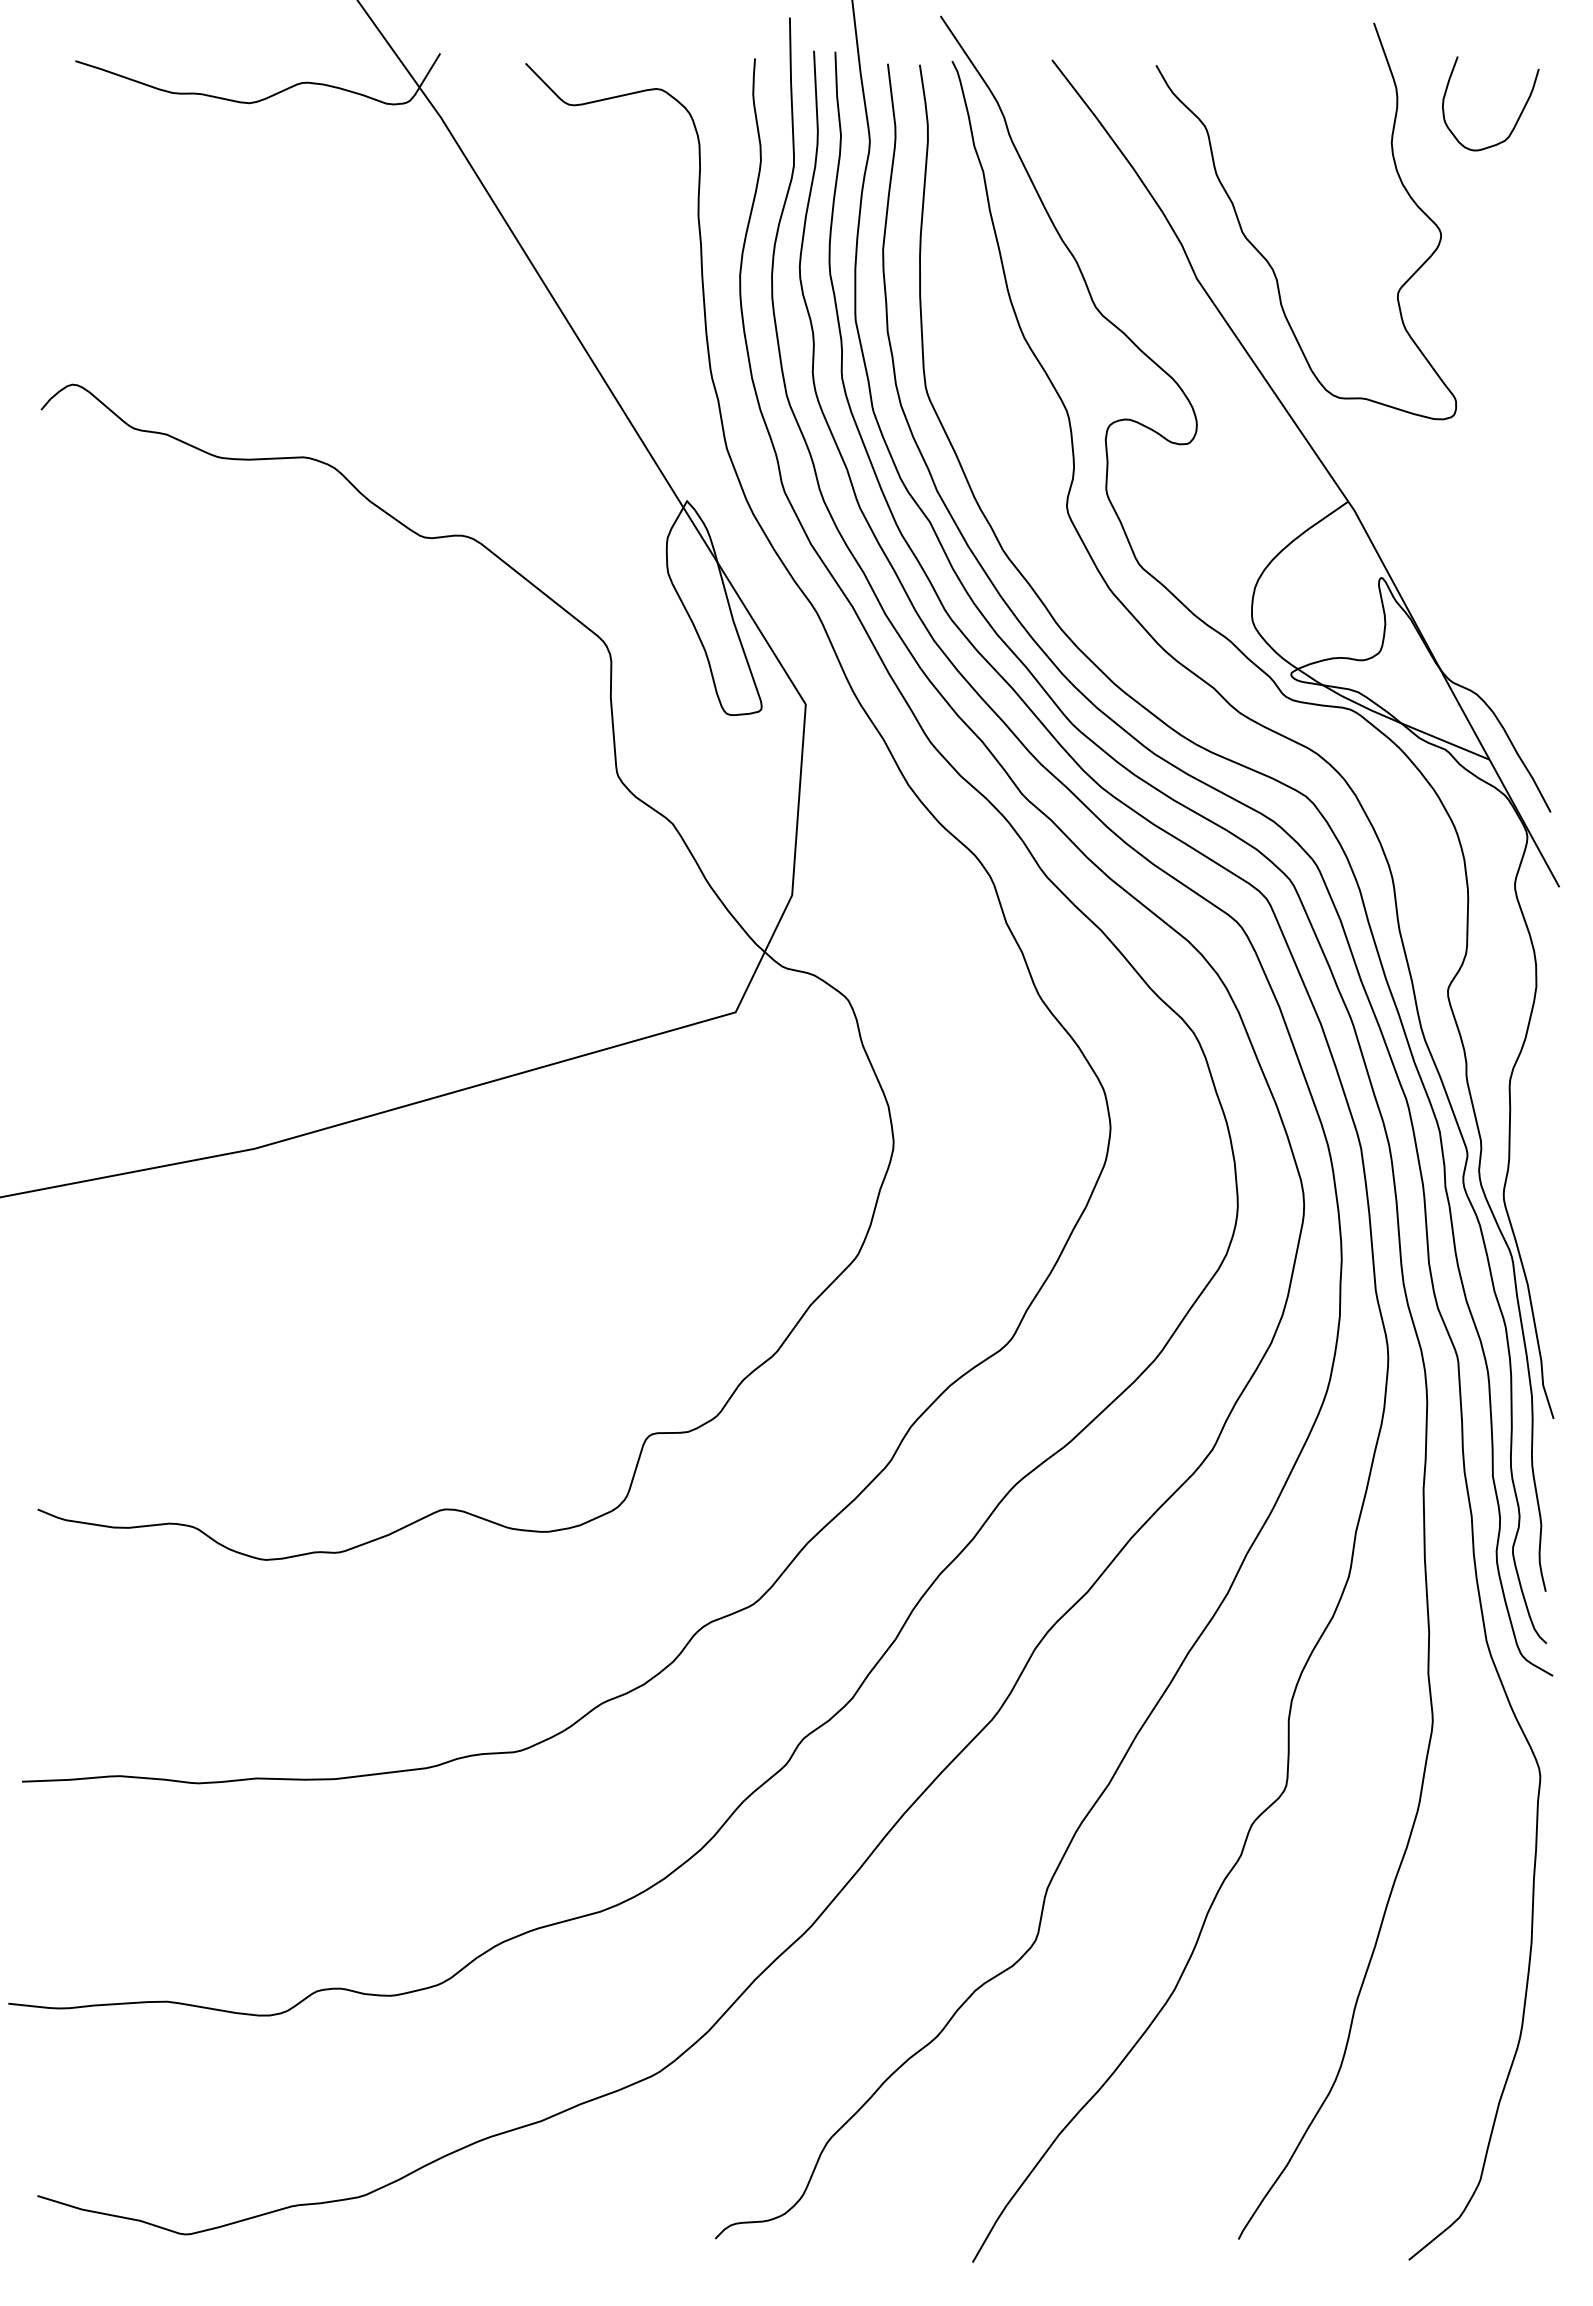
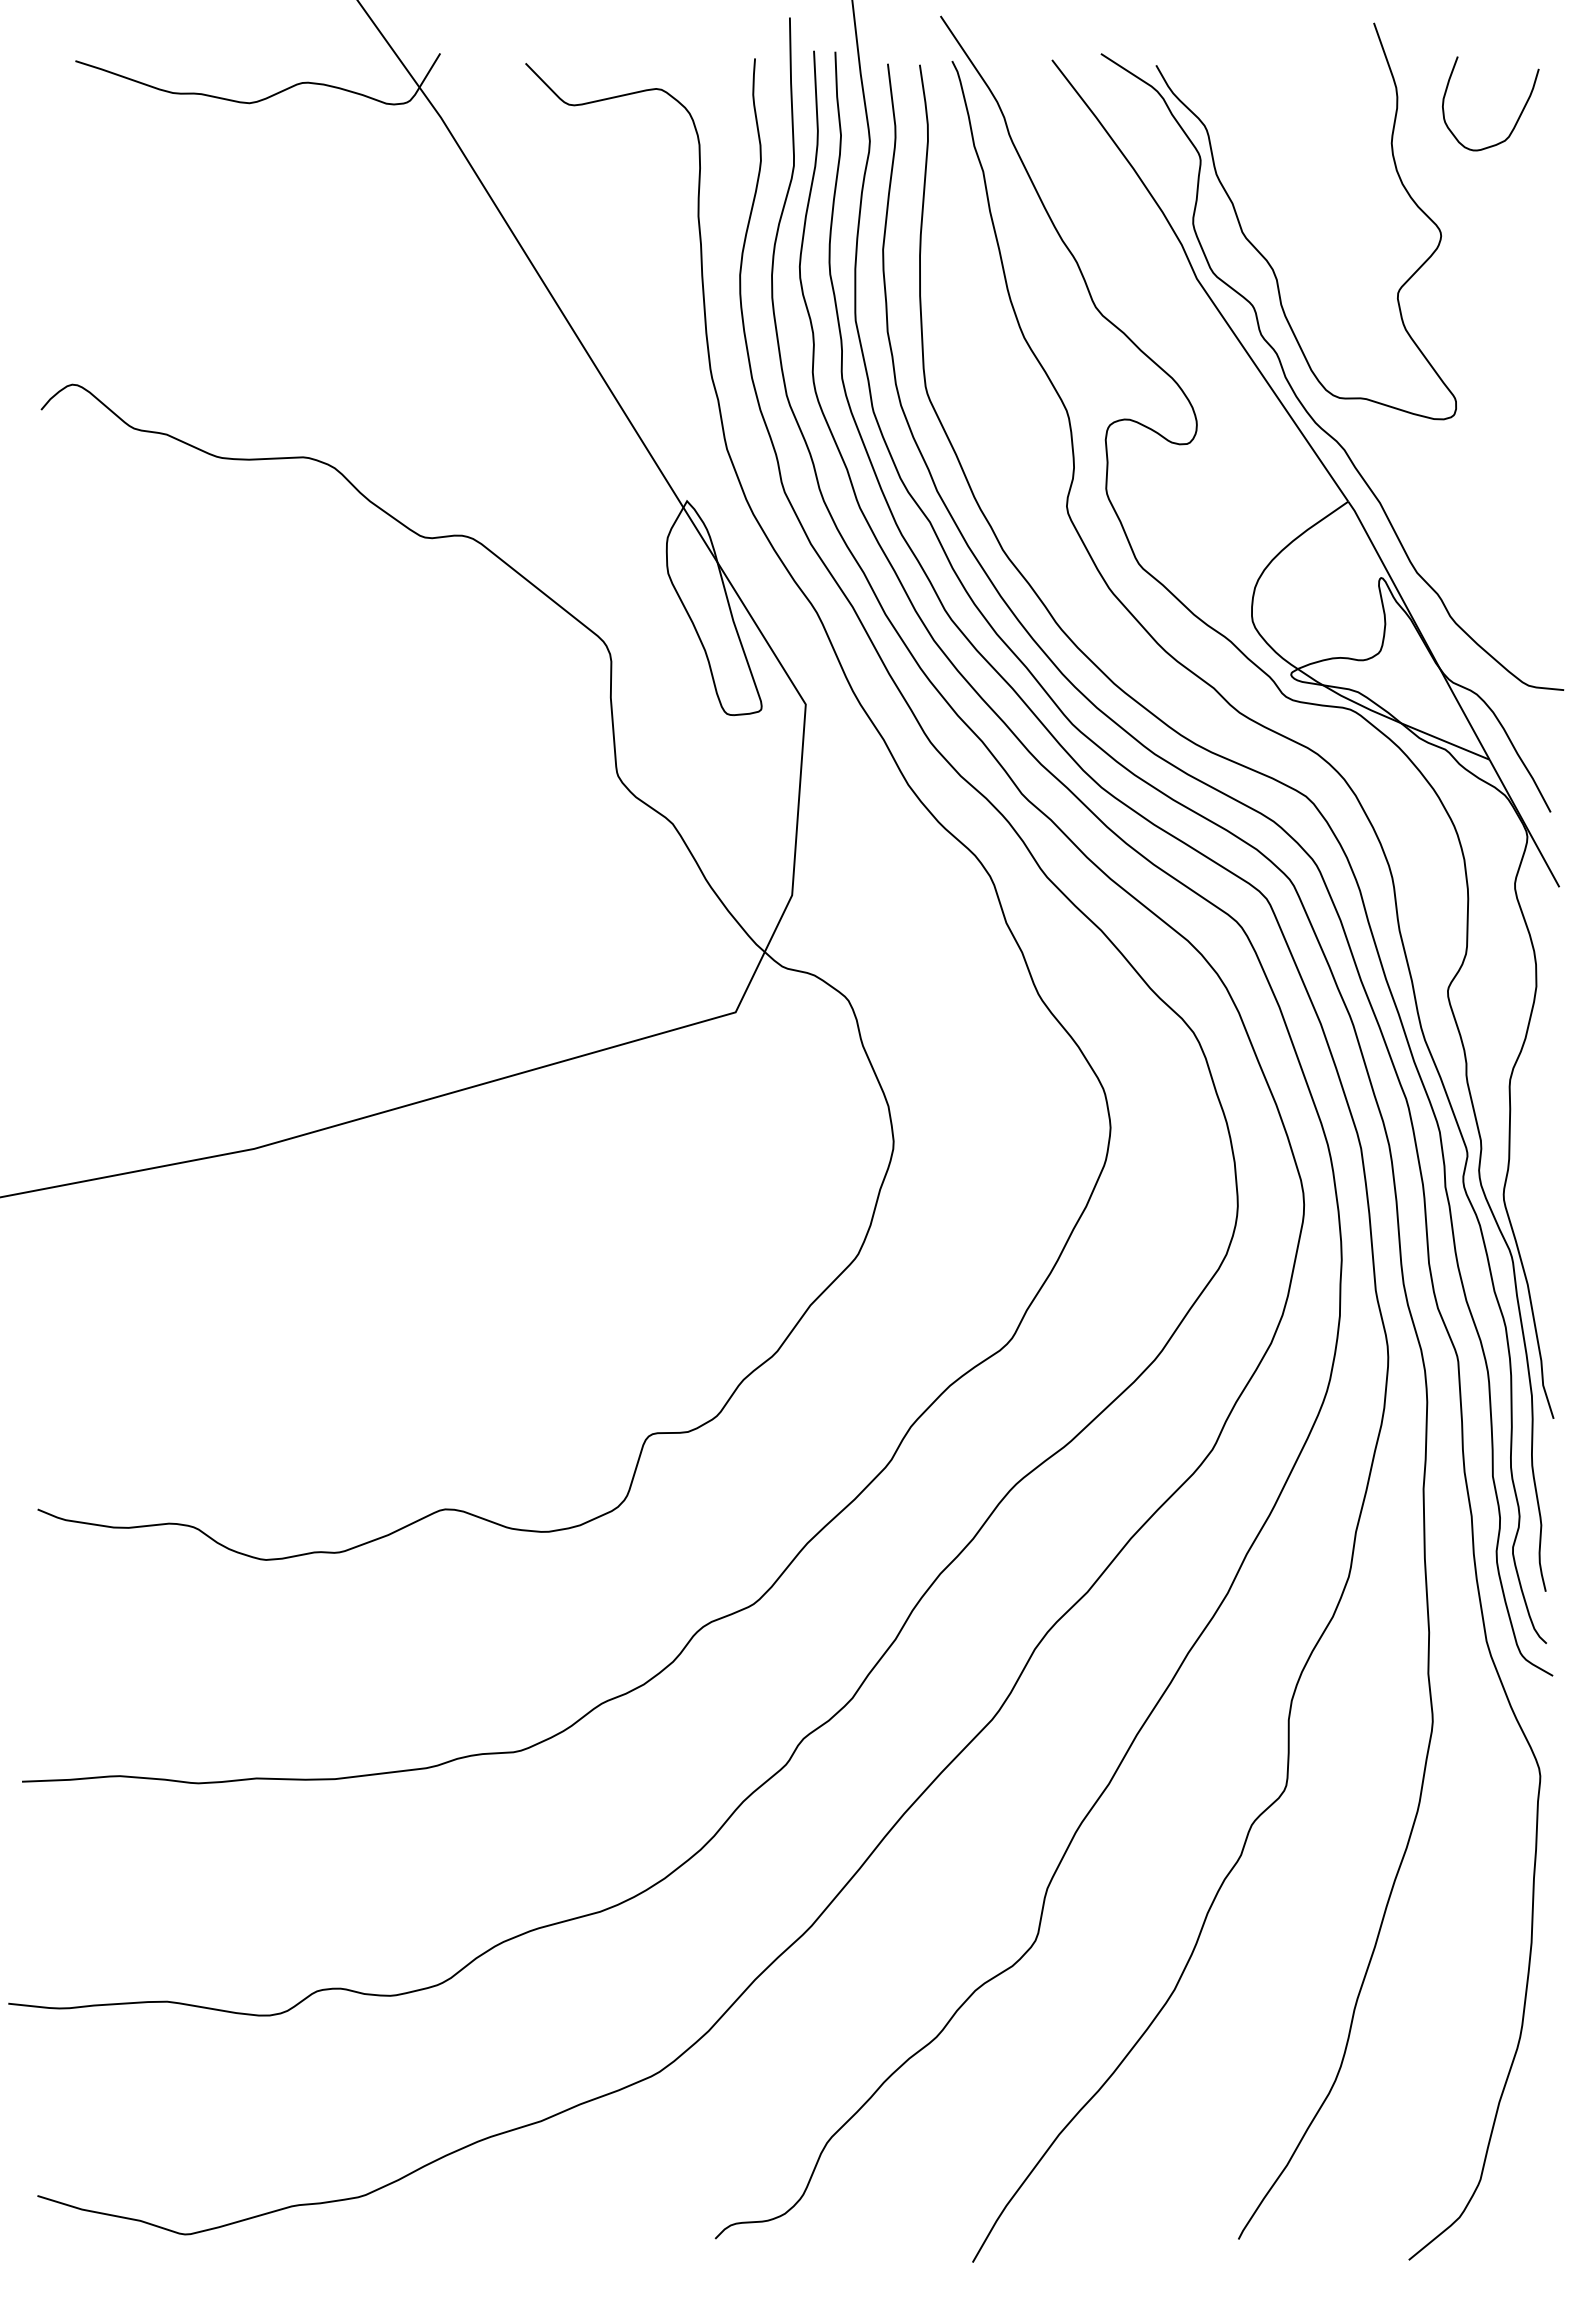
curve at (1295, 392): none -> present
